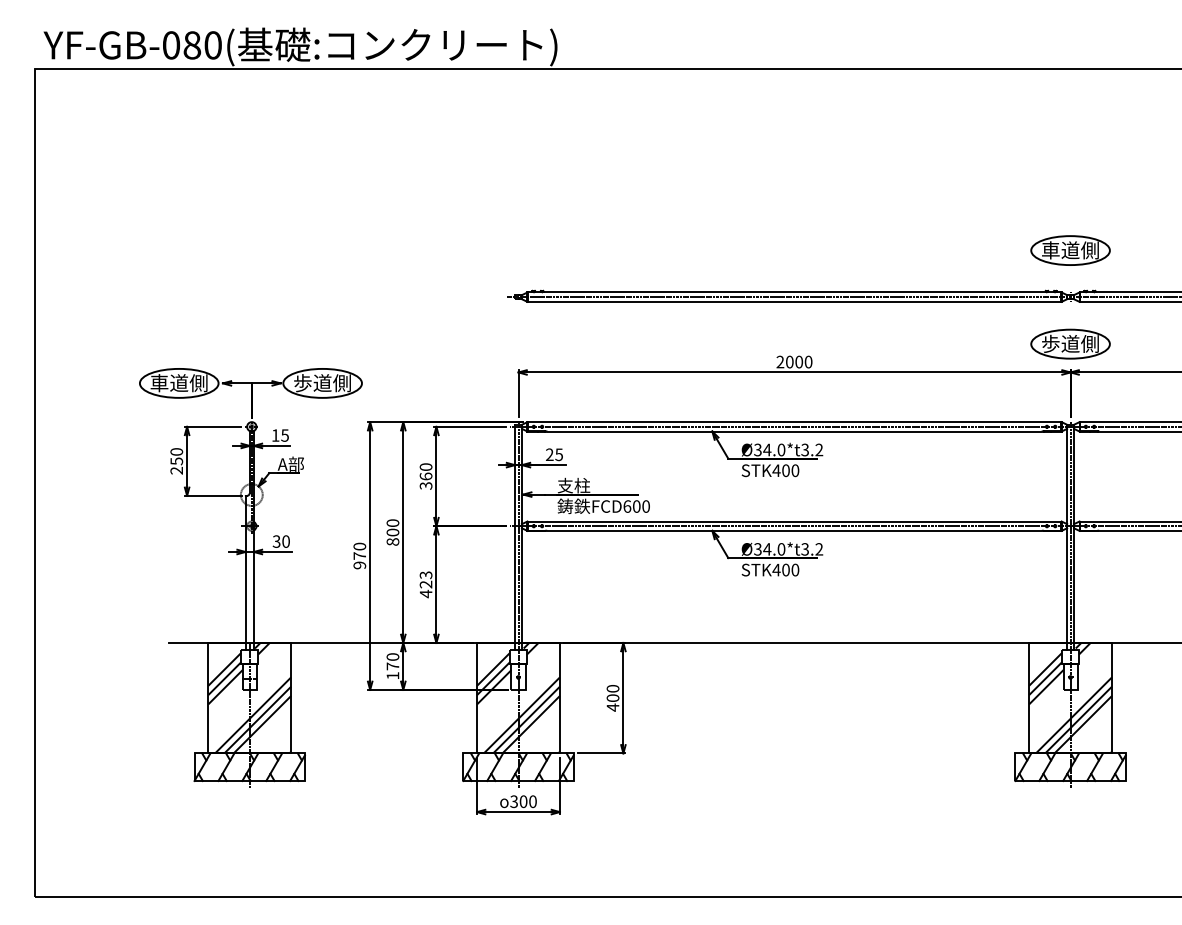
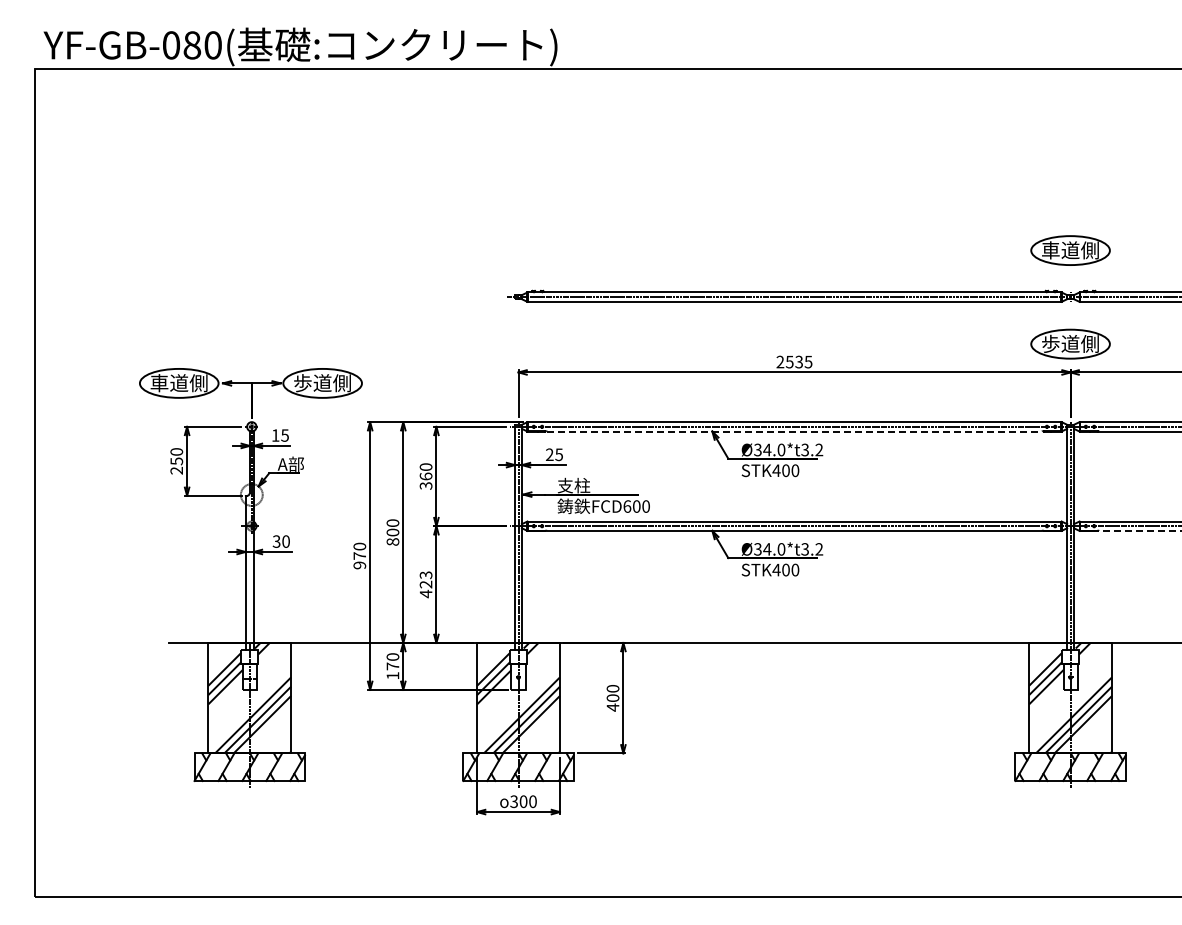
text at (798, 361): 2000 -> 2535
line at (794, 431): solid -> dashed
line at (1139, 530): solid -> dashed
